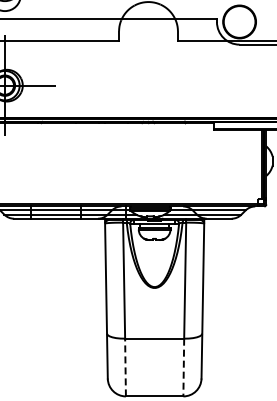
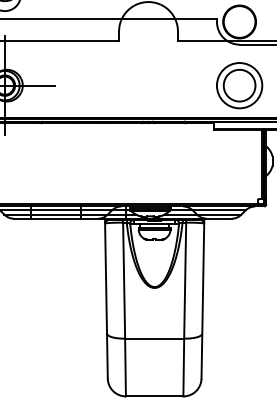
part at (239, 85): none -> present
line at (125, 367): dashed -> solid
line at (183, 367): dashed -> solid
